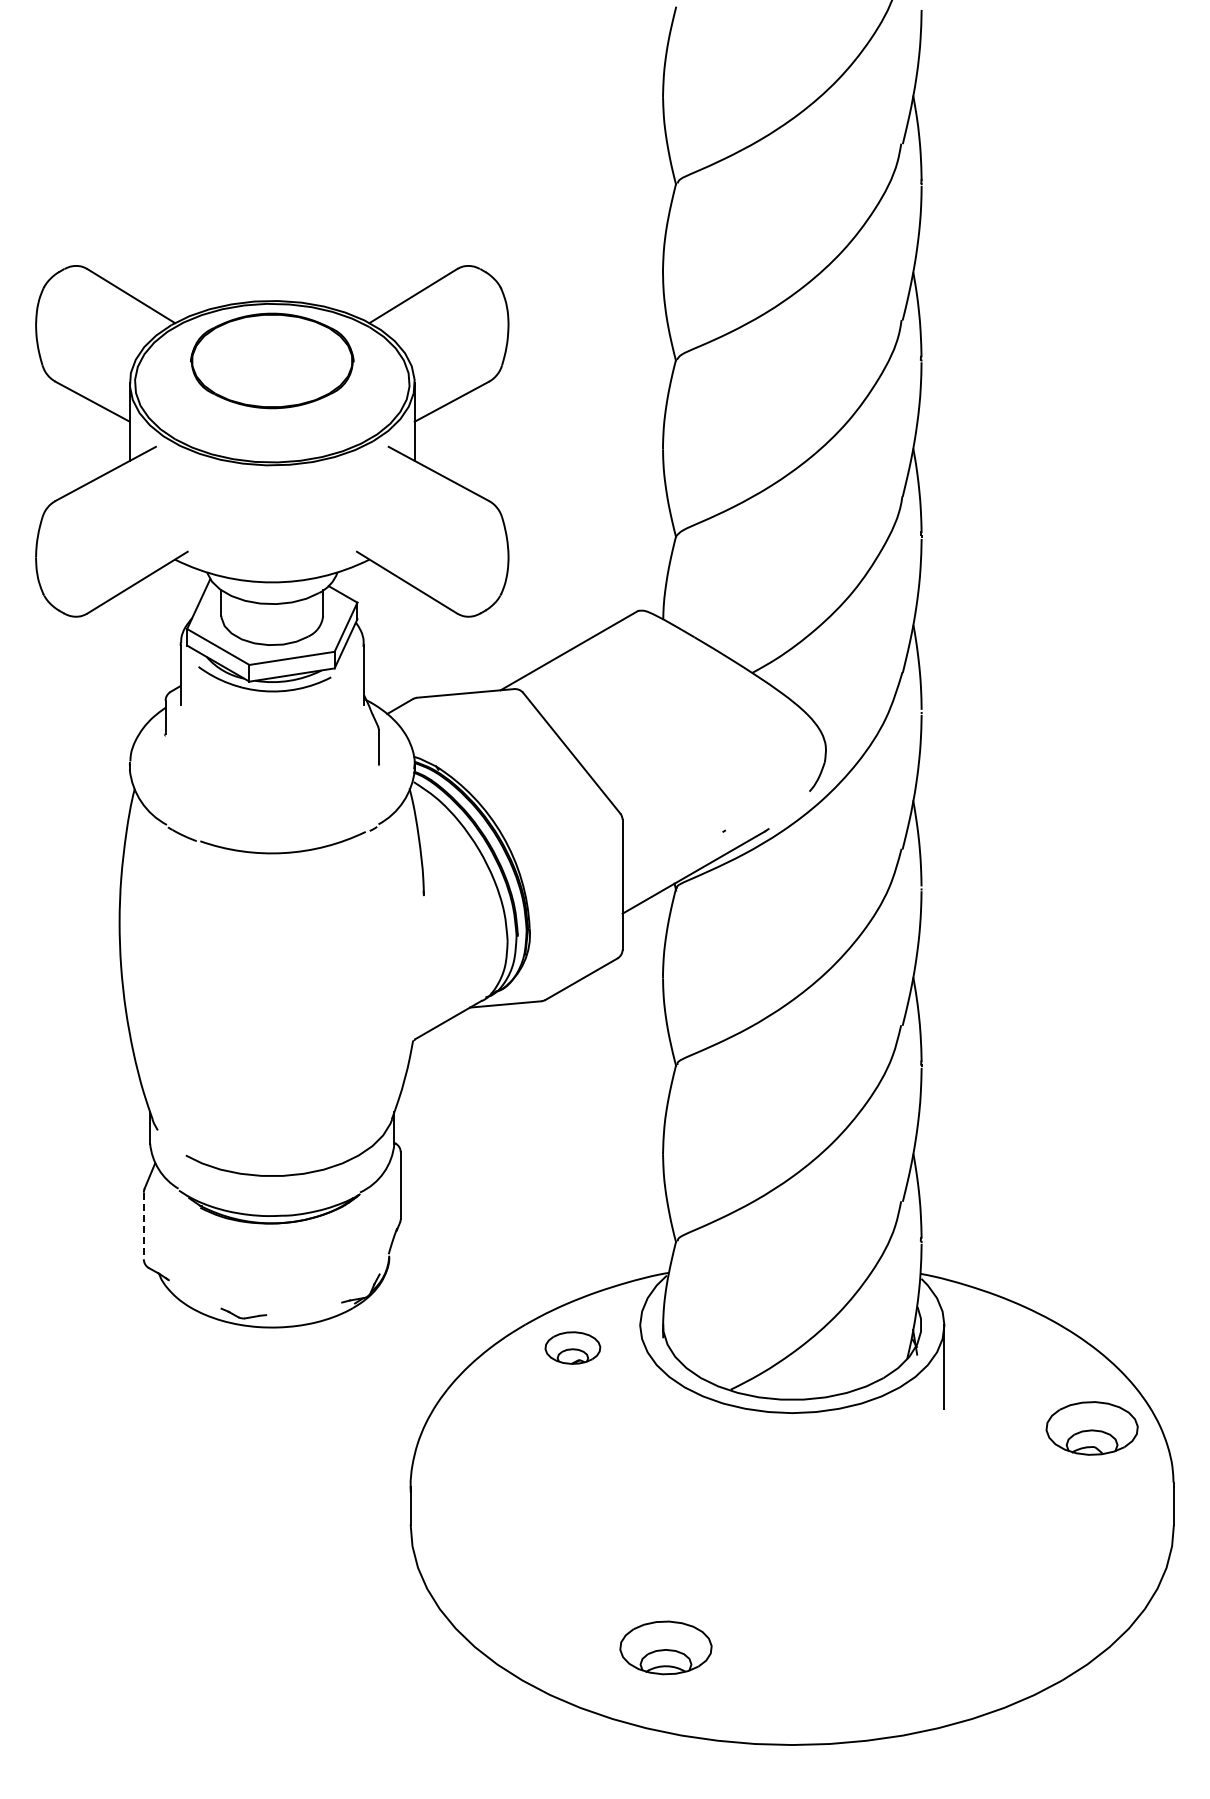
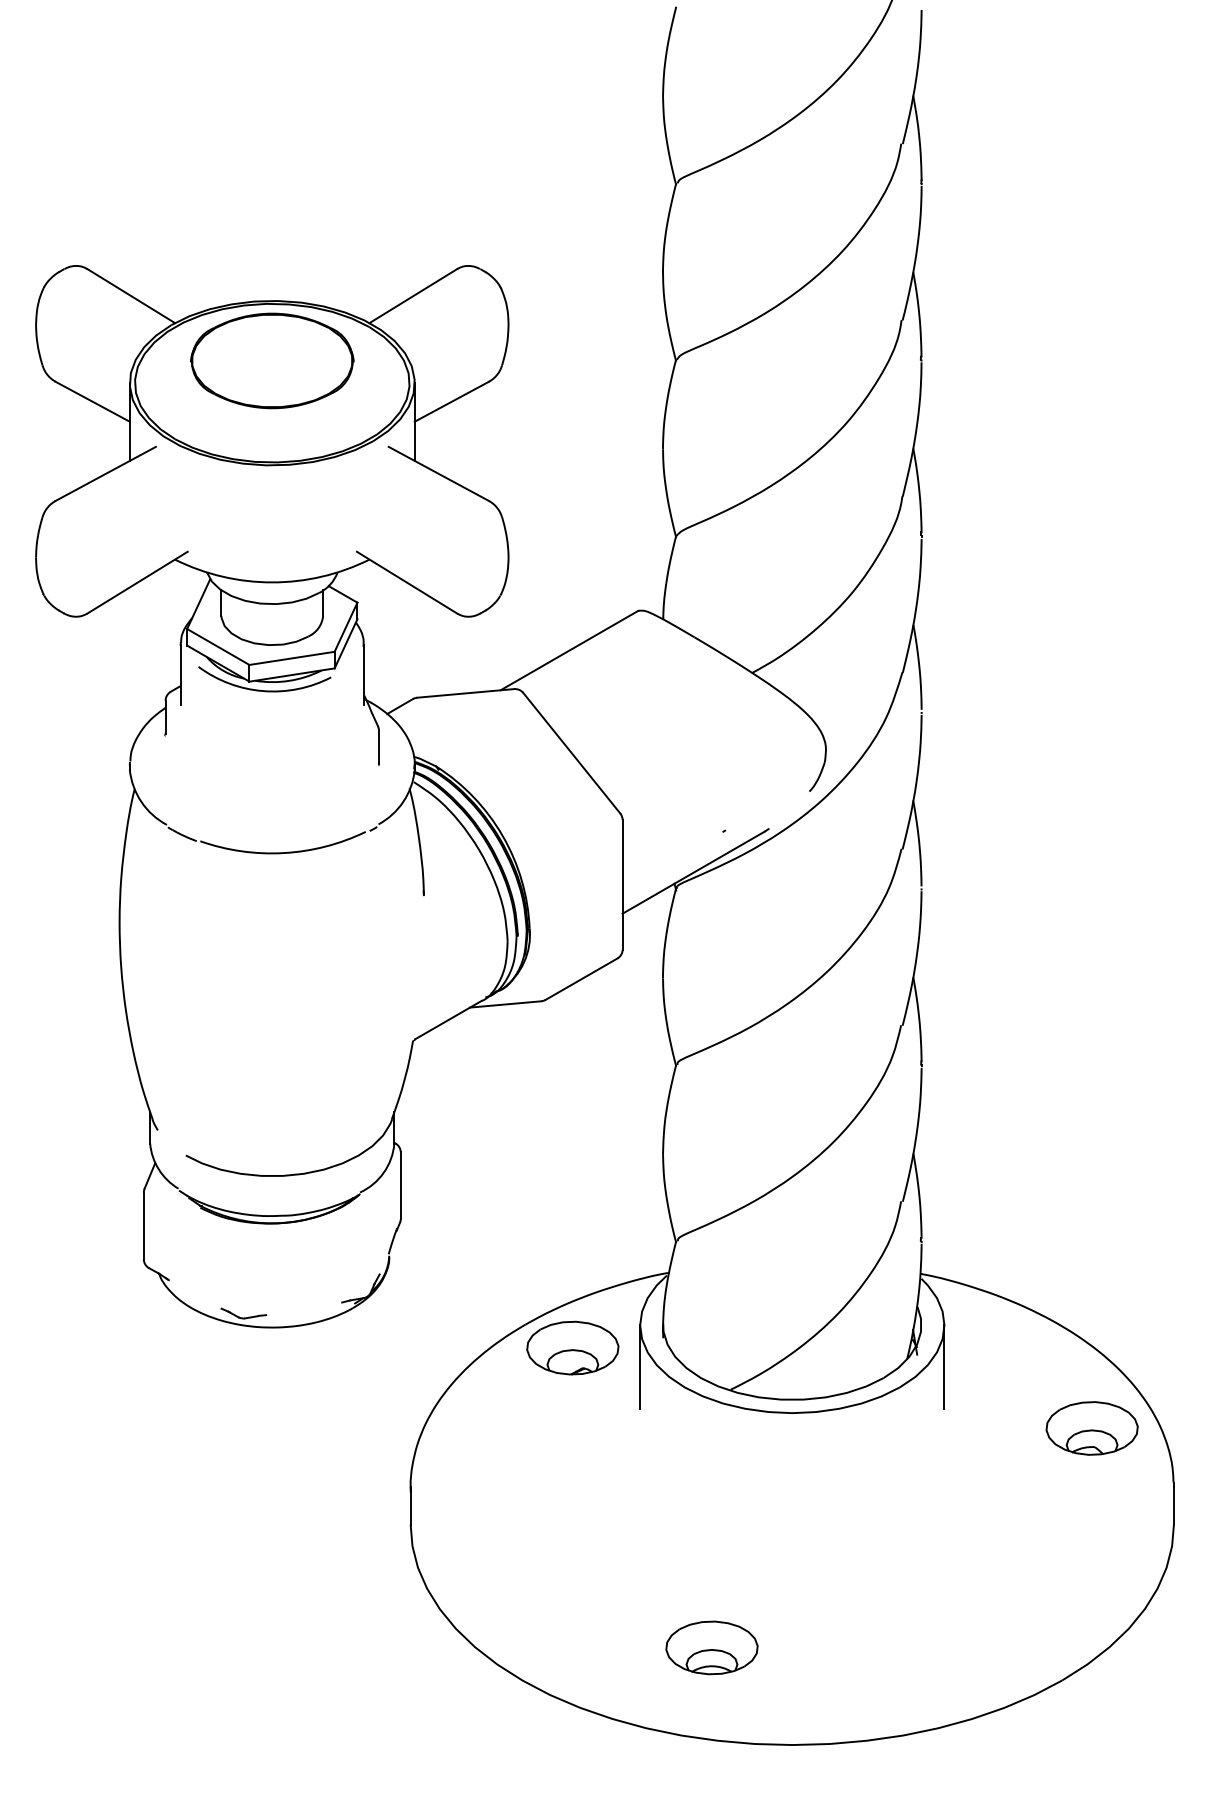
line at (143, 1226): dashed -> solid
part at (572, 1347) size: 58x34 px -> 94x56 px
line at (640, 1367): none -> present
part at (665, 1647) position: (665, 1647) -> (711, 1647)
